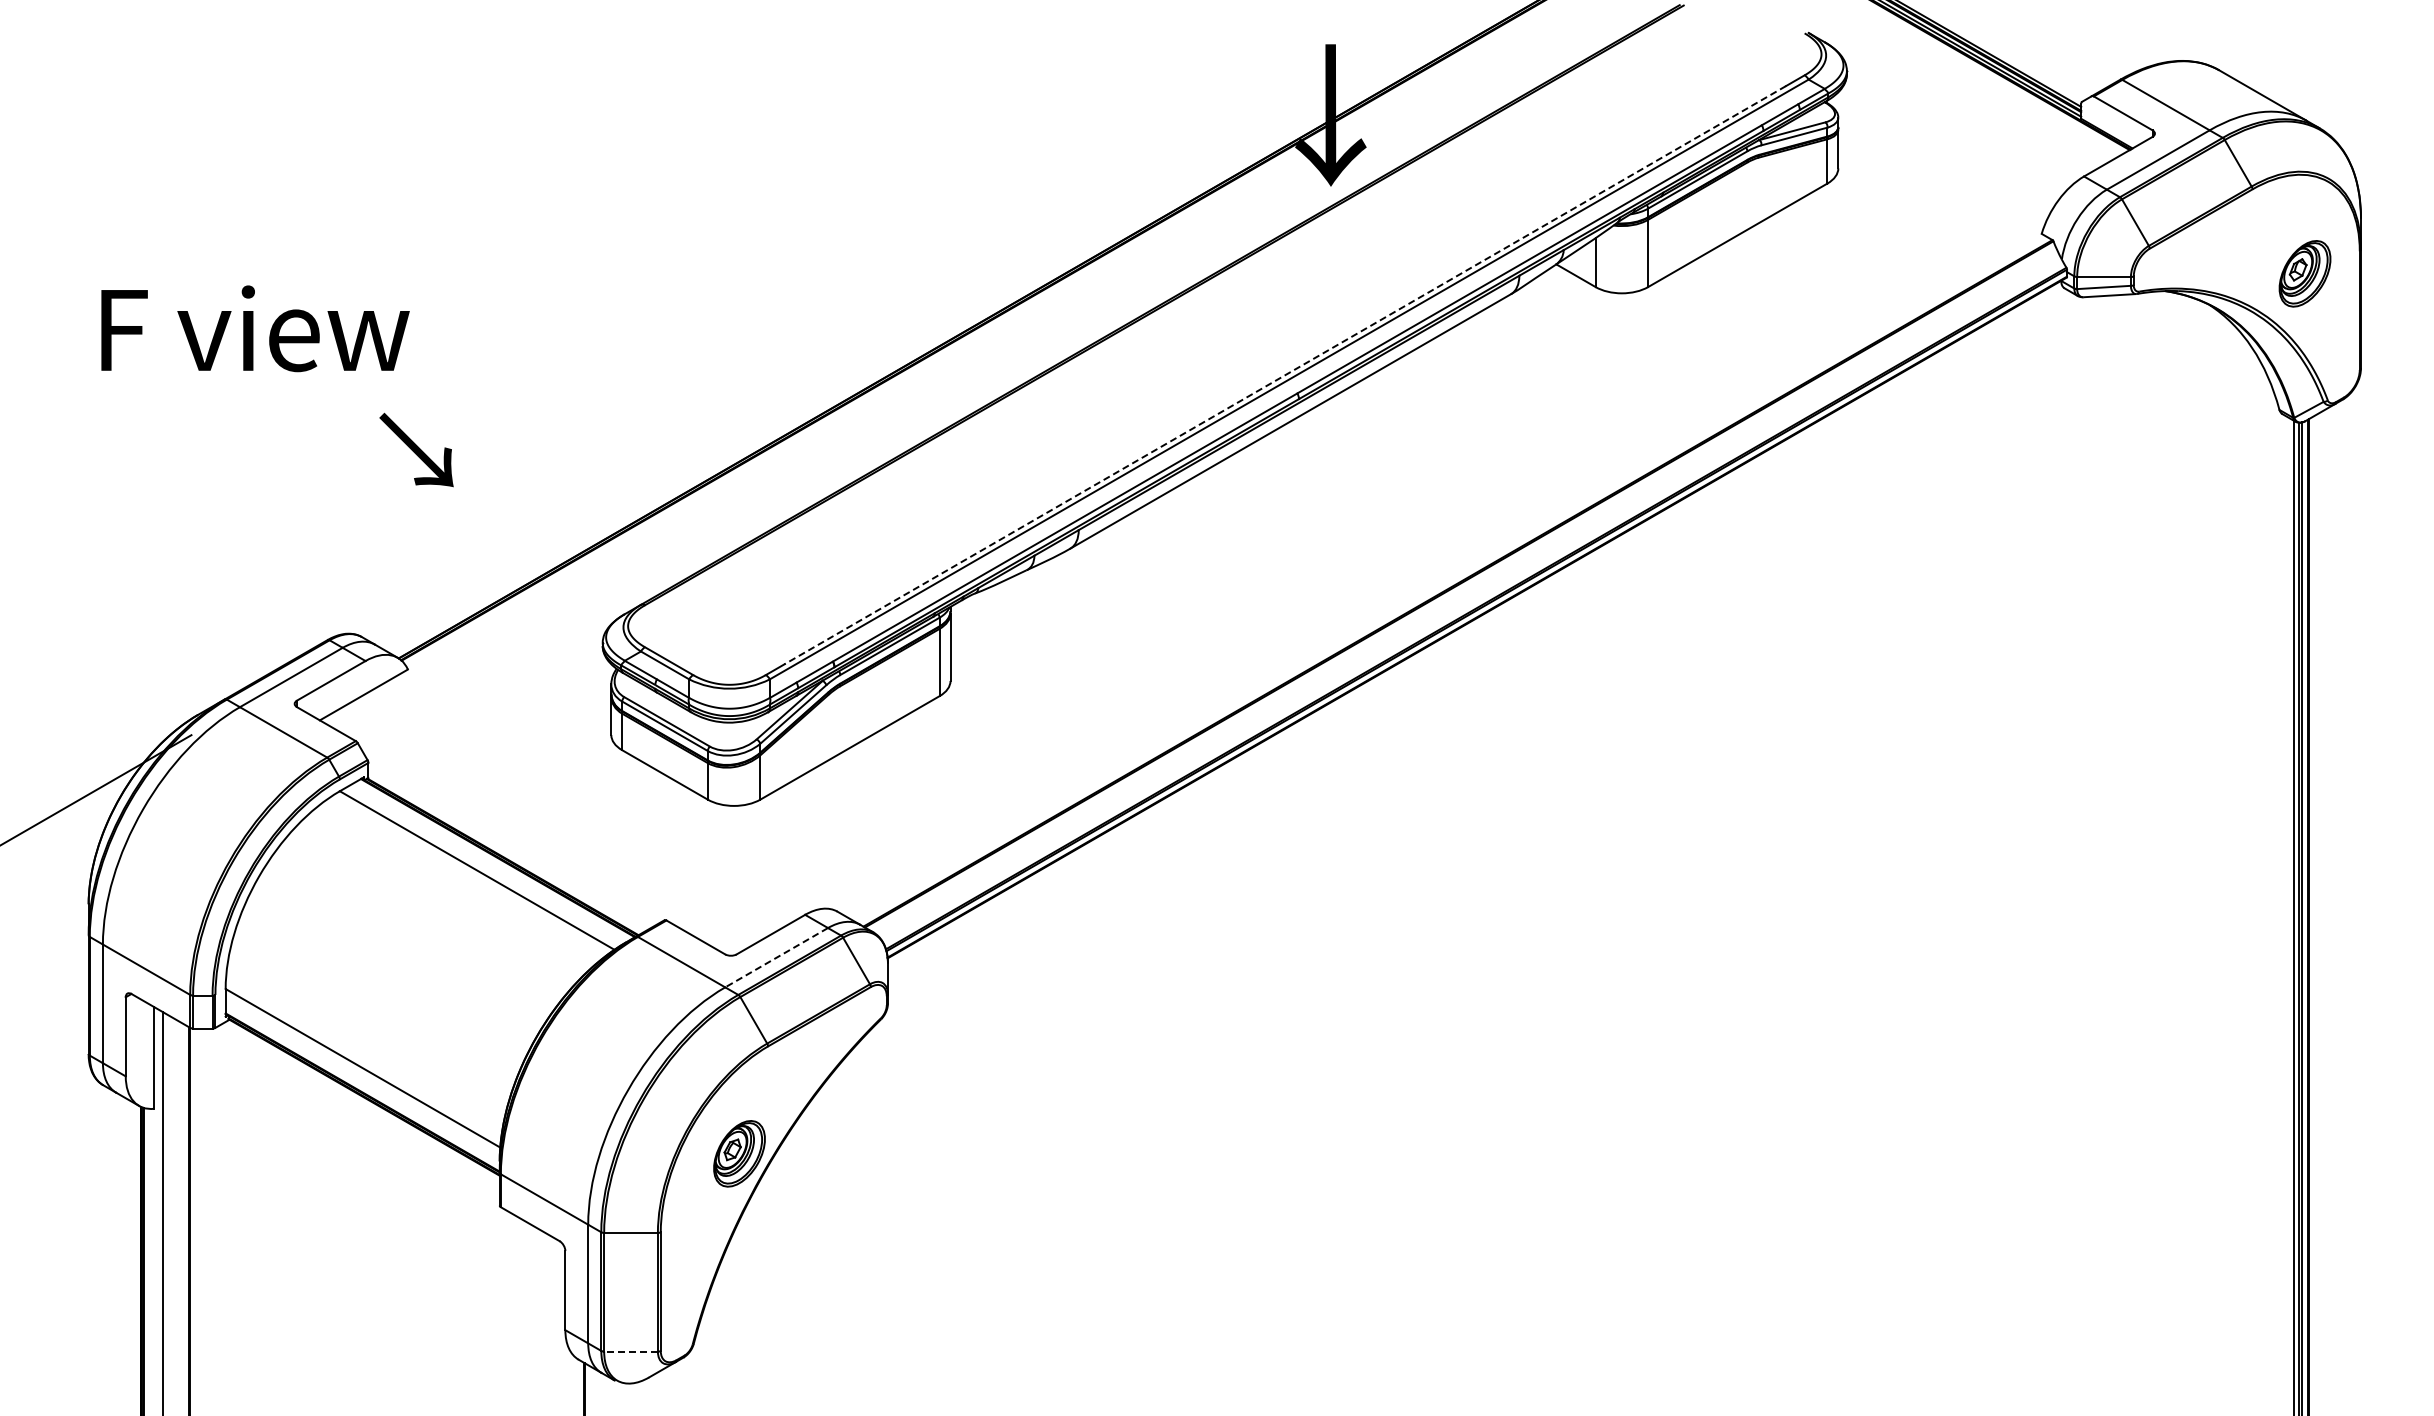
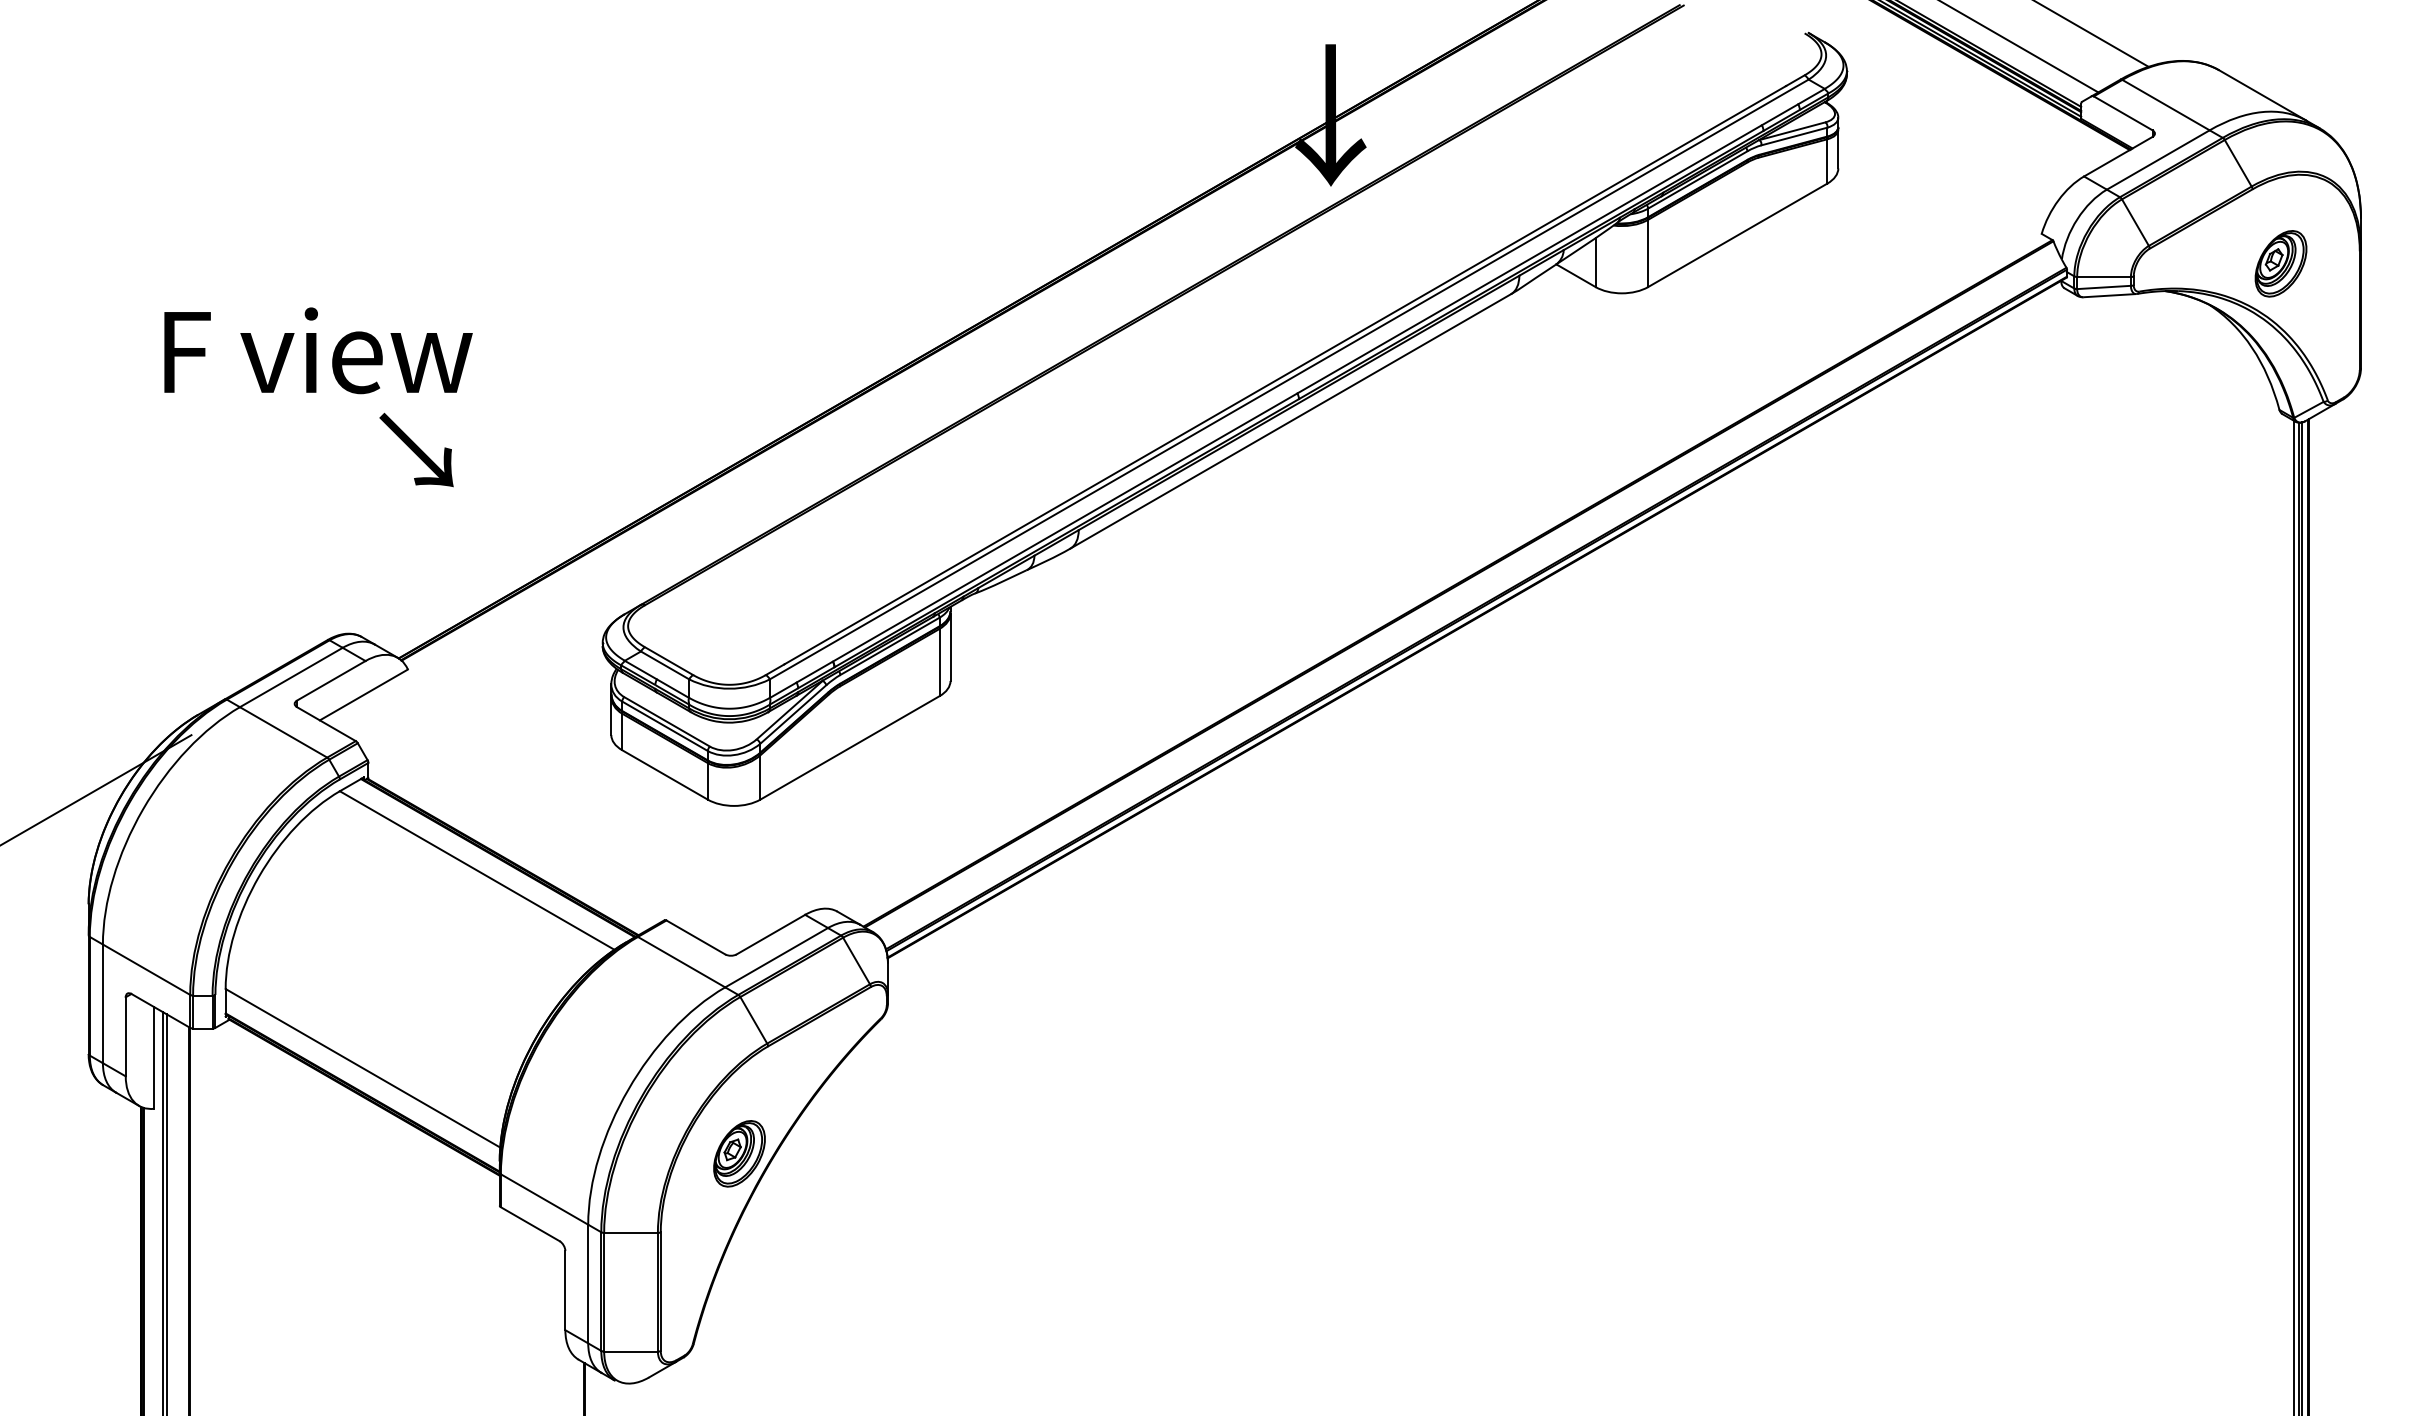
line at (2092, 34): none -> present
line at (2020, 47): none -> present
part at (2304, 273) position: (2304, 273) -> (2280, 263)
text at (255, 328) position: (255, 328) -> (318, 350)
line at (1284, 375): dashed -> solid
line at (776, 957): dashed -> solid
line at (166, 1213): none -> present
line at (631, 1351): dashed -> solid
